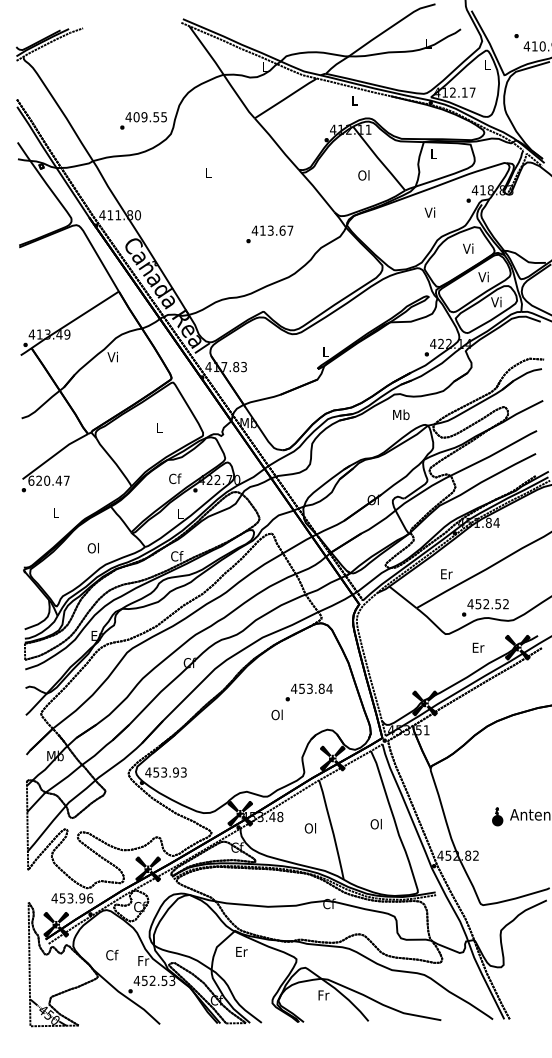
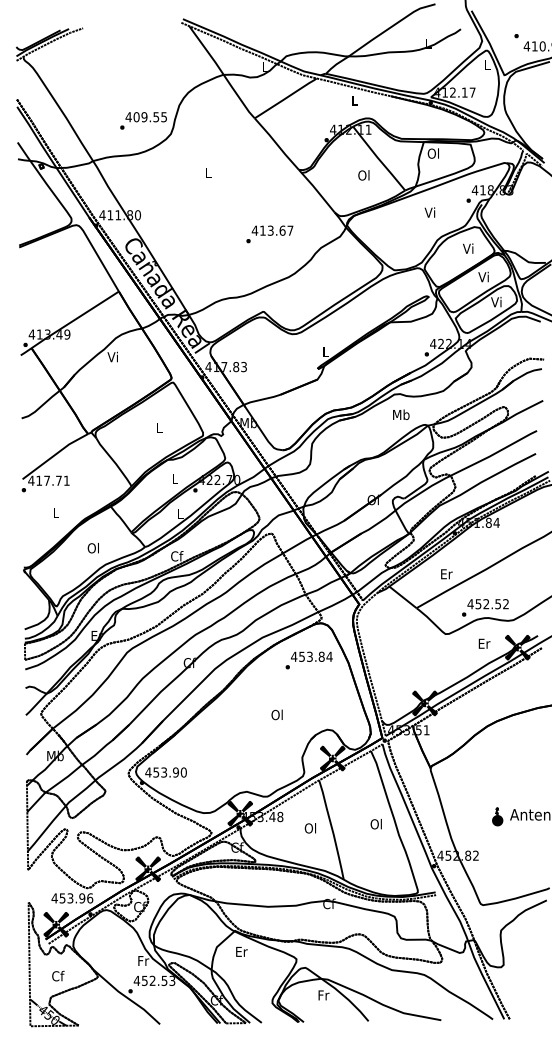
text at (432, 153): L -> Ol
text at (175, 478): Cf -> L
text at (48, 480): 620.47 -> 417.71
text at (478, 647) position: (478, 647) -> (484, 643)
text at (308, 692) position: (308, 692) -> (308, 660)
text at (183, 772): 453.93 -> 453.90
text at (112, 954) position: (112, 954) -> (58, 975)
